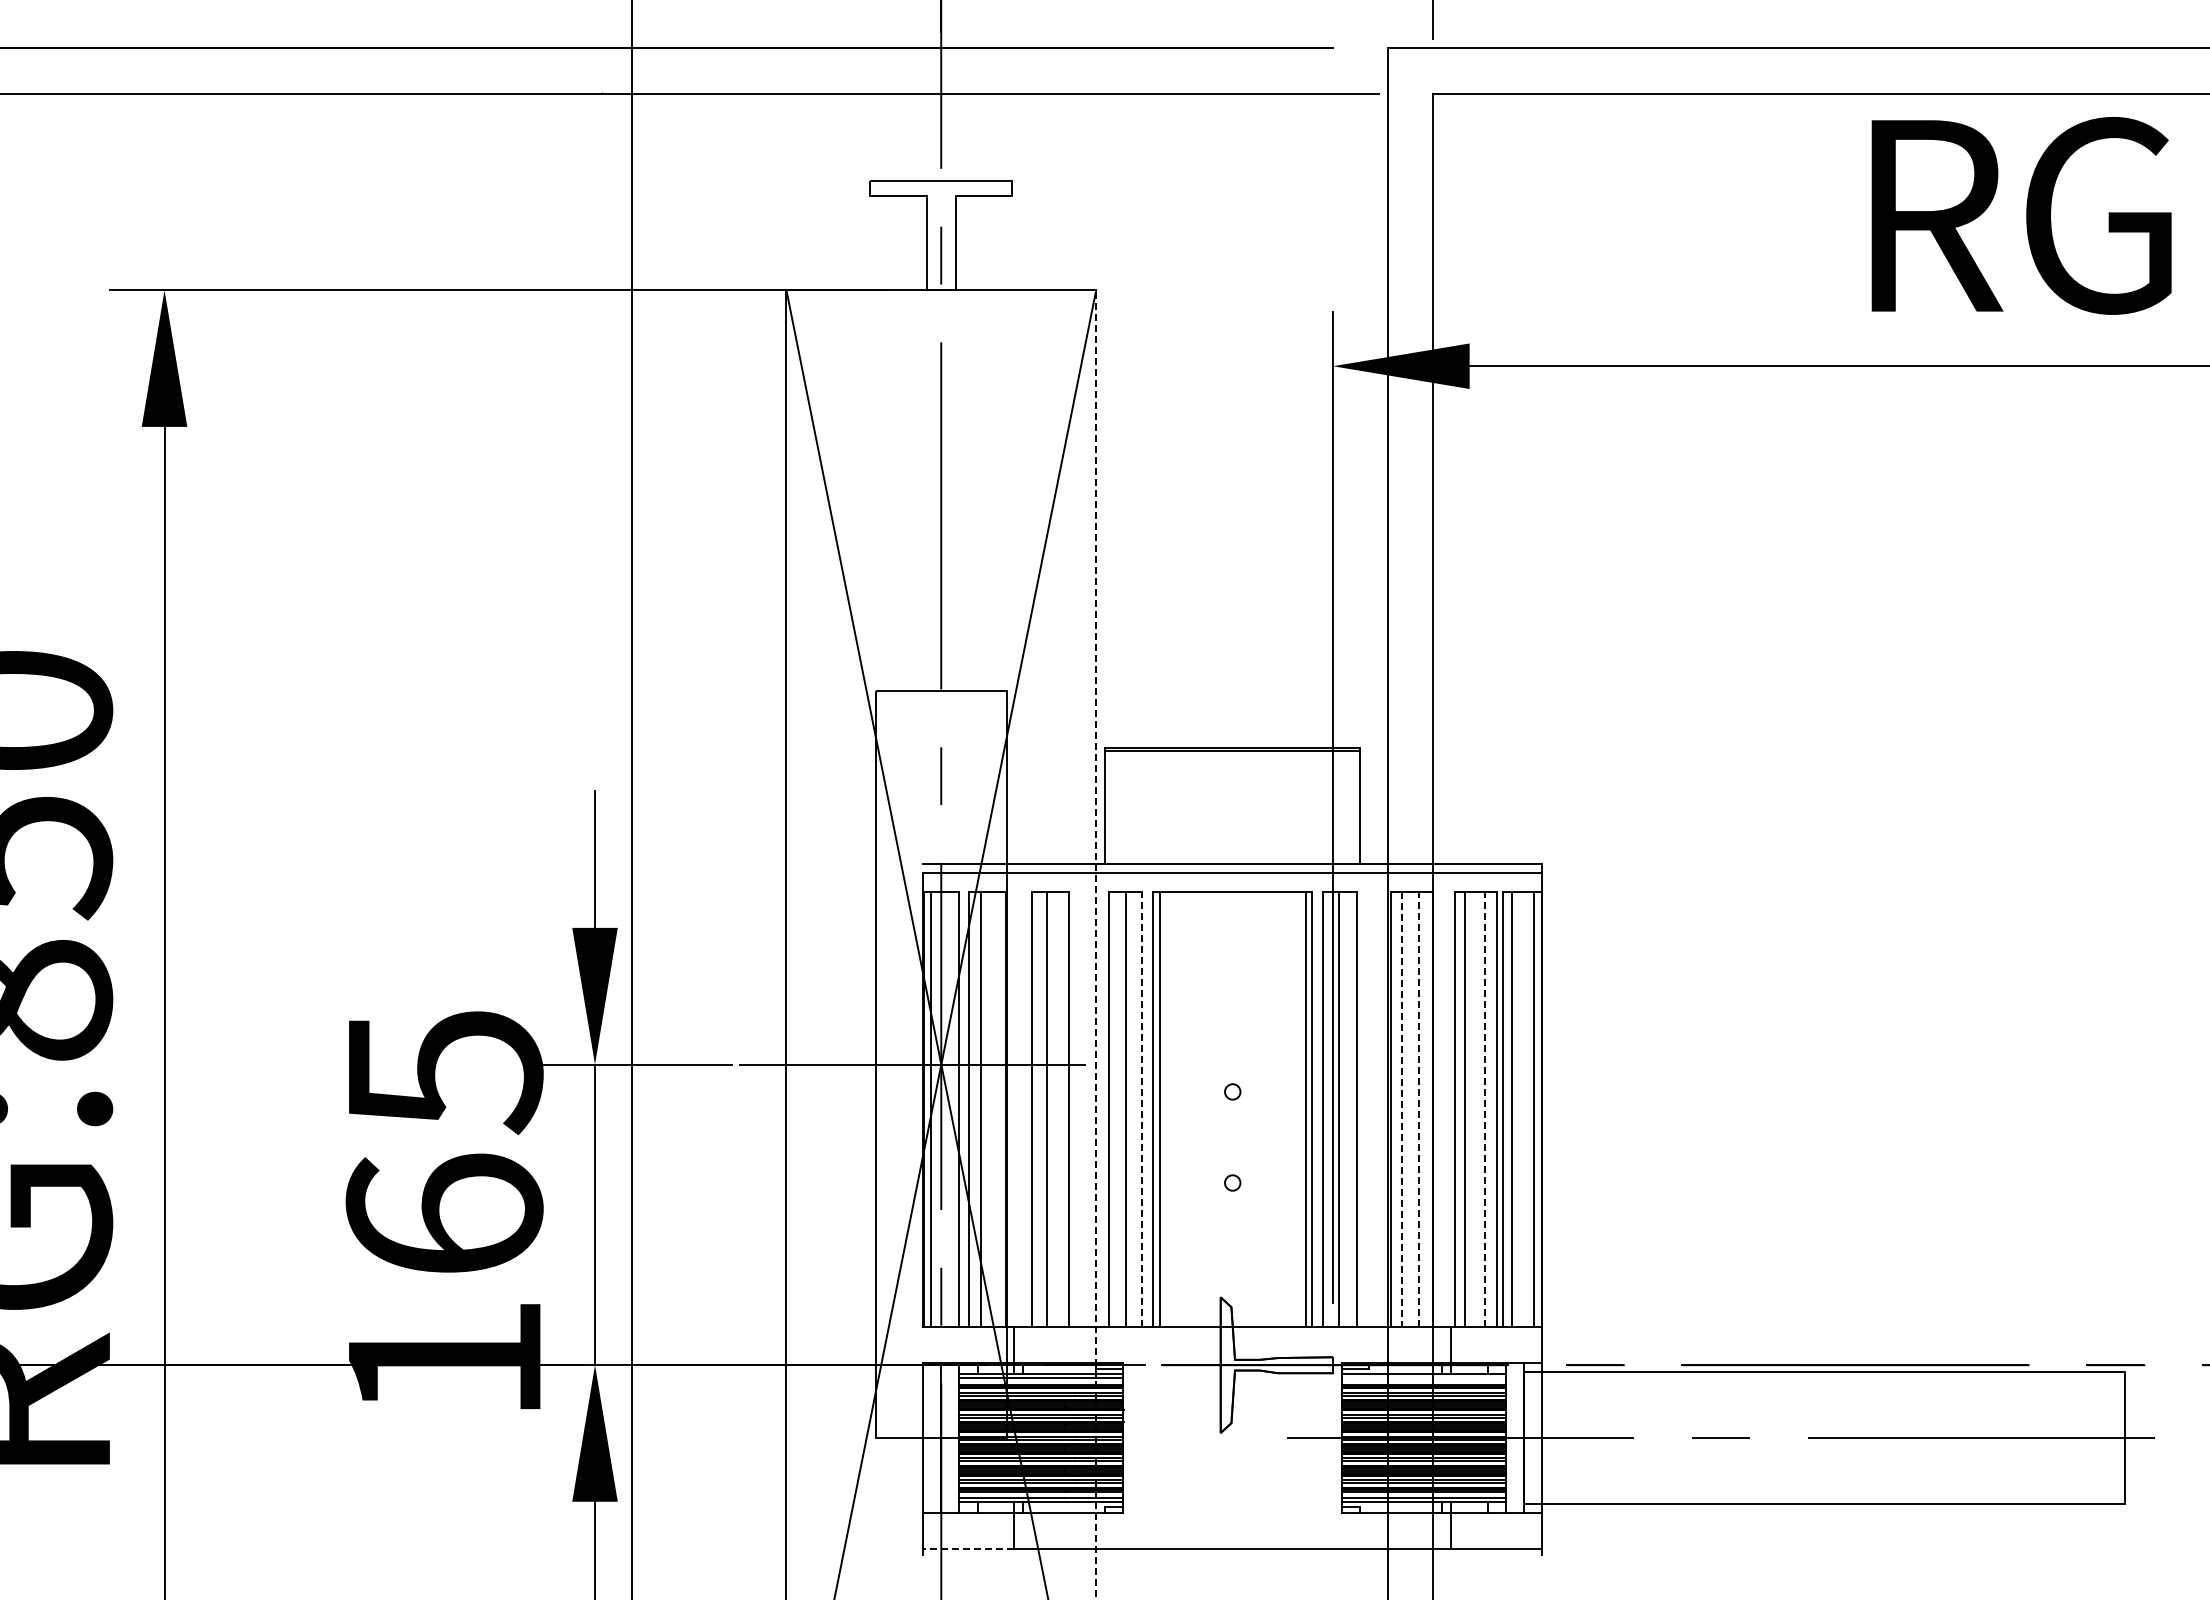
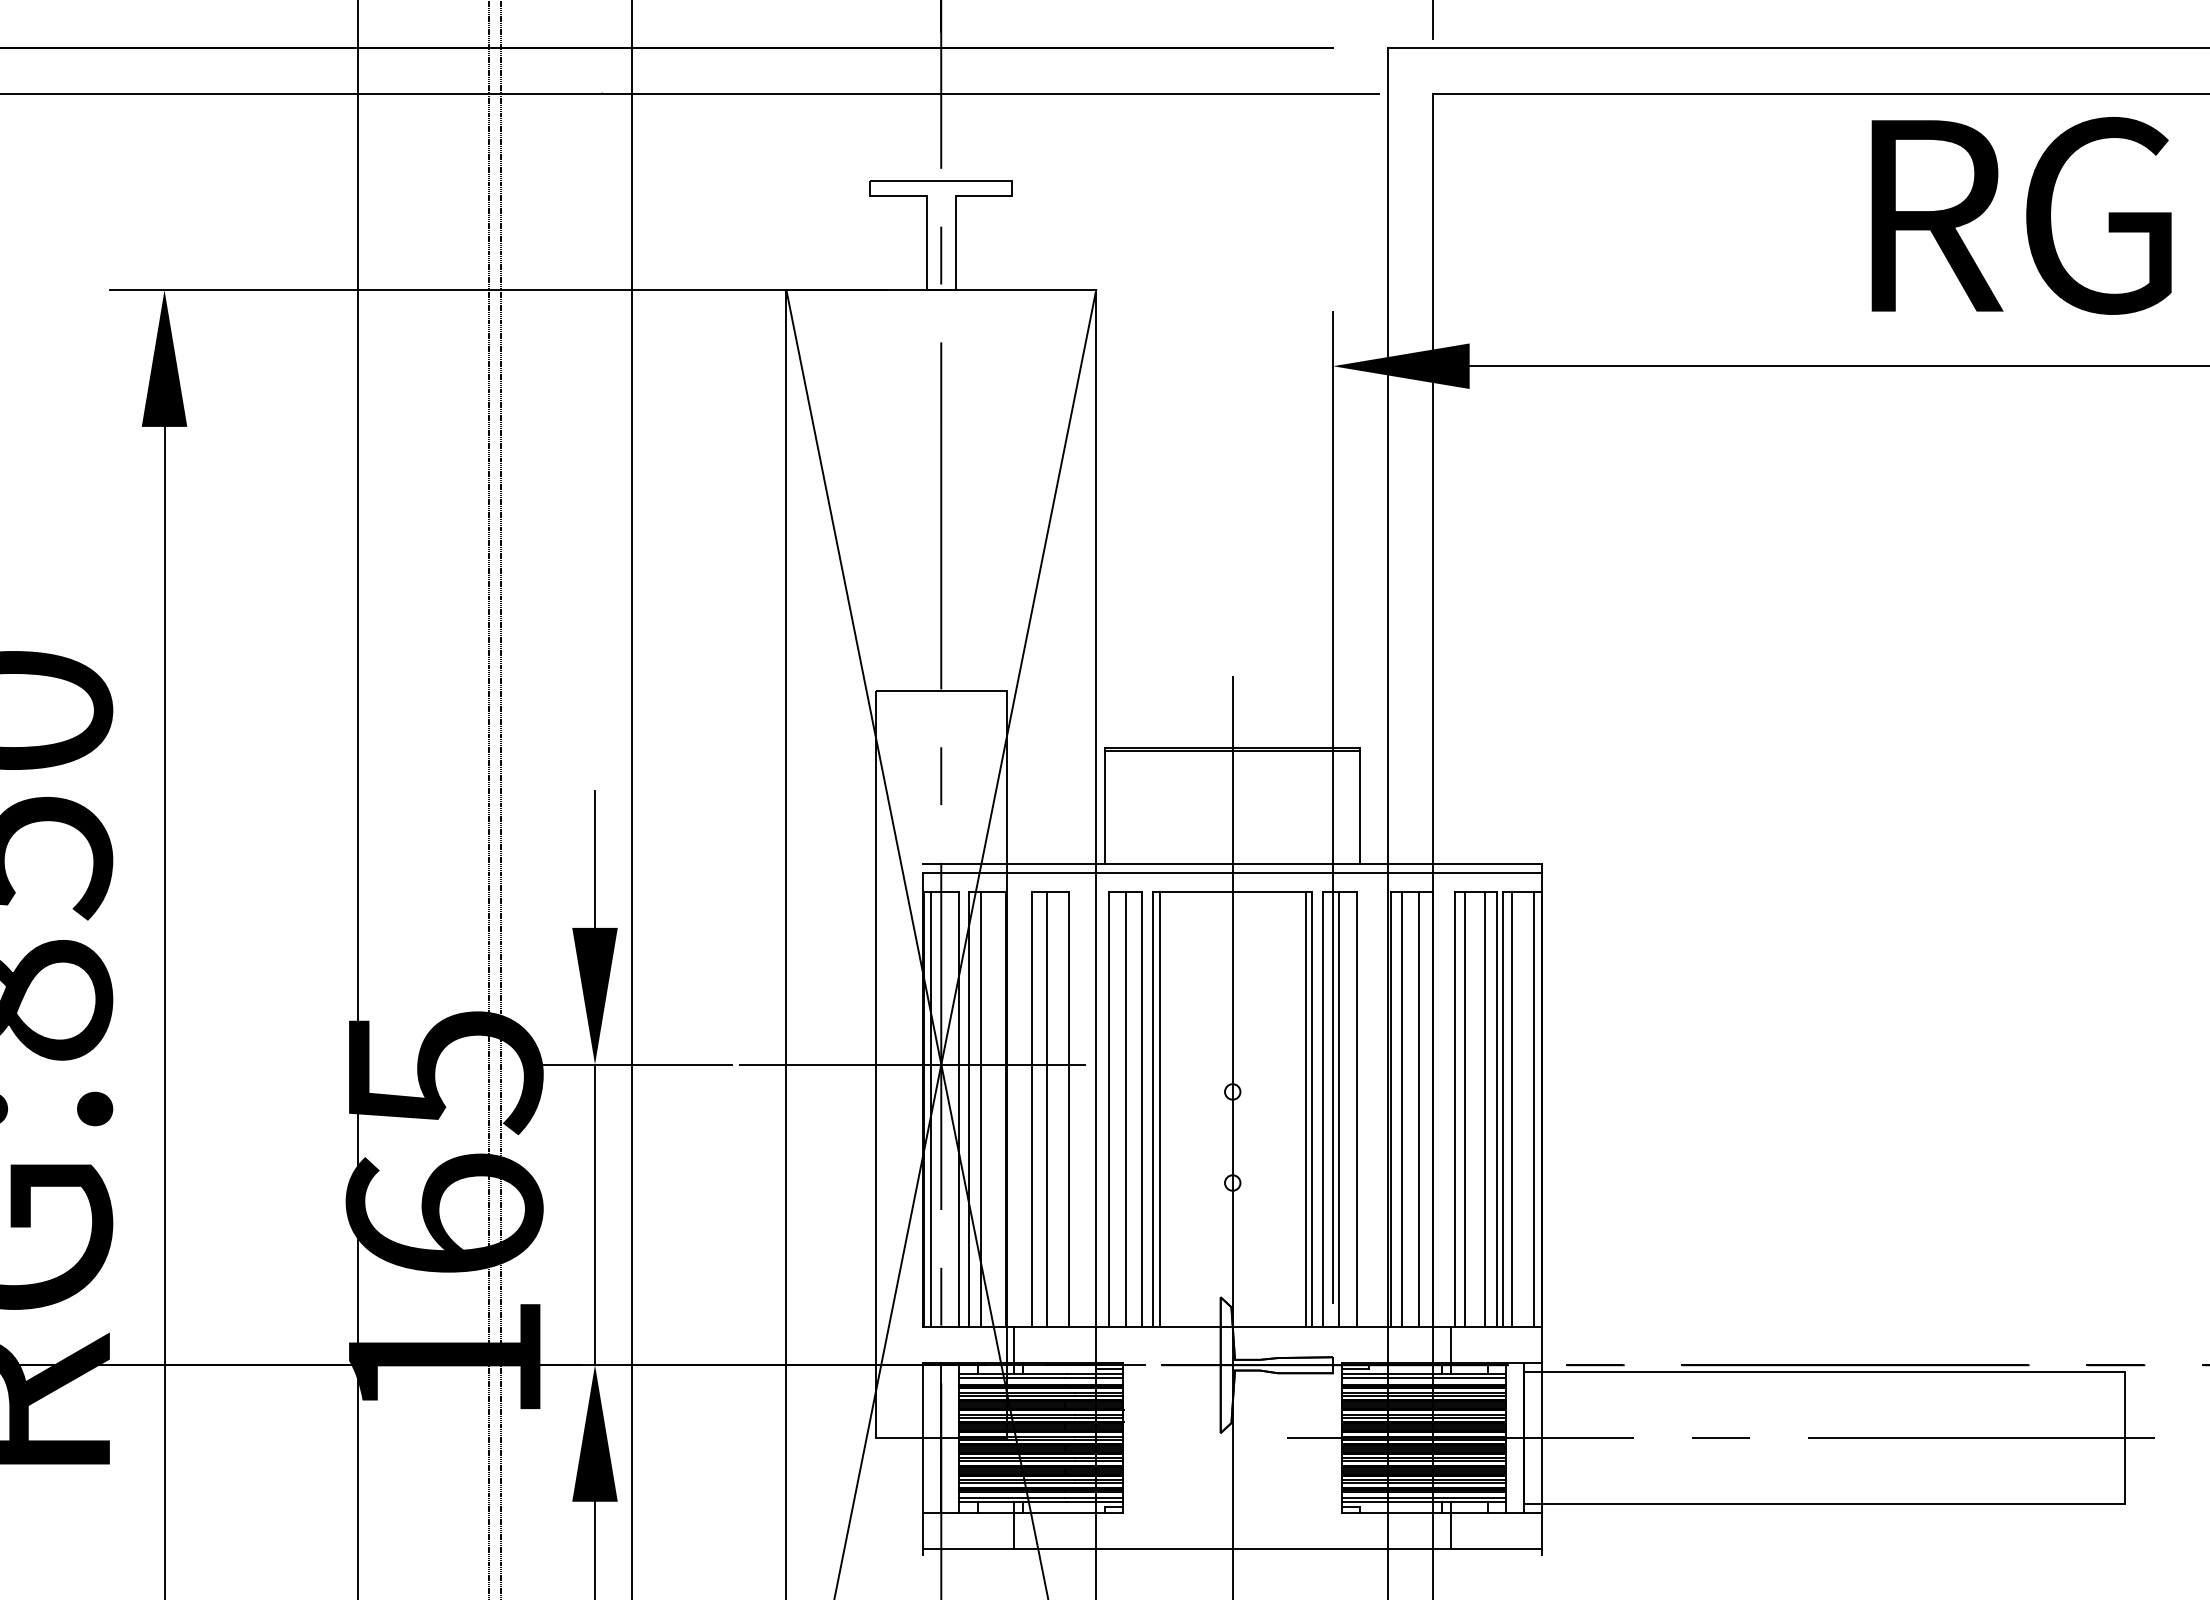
line at (358, 799): none -> present
line at (488, 799): none -> present
line at (501, 799): none -> present
line at (1096, 945): dashed -> solid
line at (1142, 1109): dashed -> solid
line at (1401, 1109): dashed -> solid
line at (1418, 1109): dashed -> solid
line at (1484, 1109): dashed -> solid
line at (1232, 1136): none -> present
line at (1424, 1377): none -> present
line at (968, 1549): dashed -> solid
